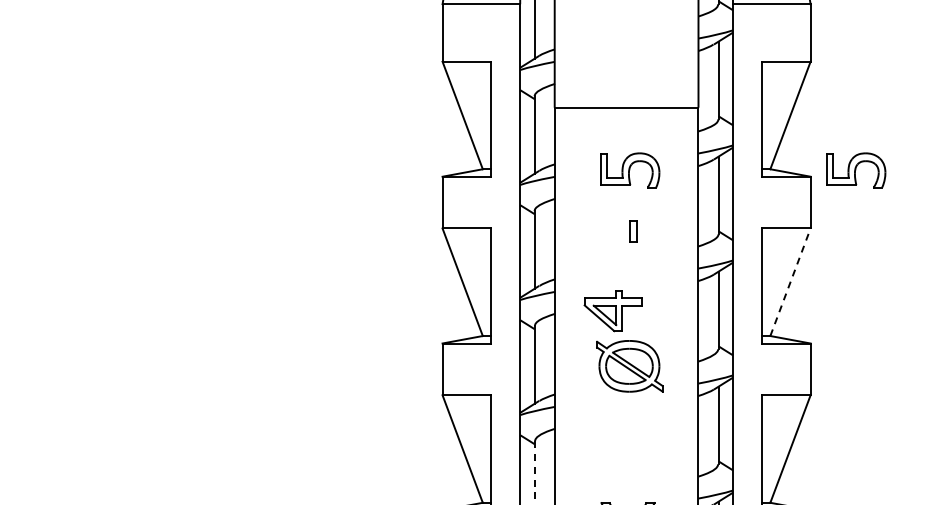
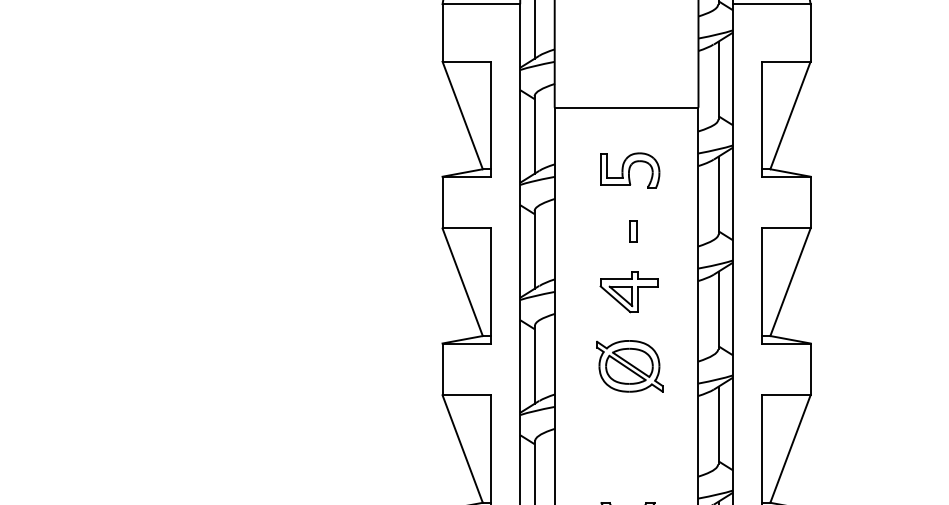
part at (856, 170): present -> none
line at (790, 281): dashed -> solid
part at (612, 311) position: (612, 311) -> (628, 292)
line at (534, 473): dashed -> solid
